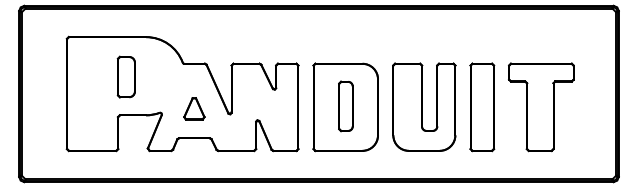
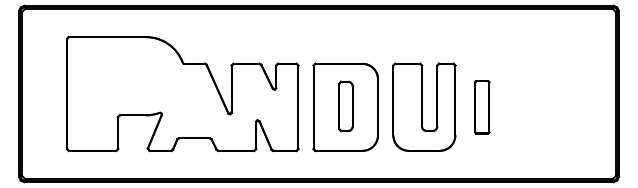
part at (125, 76): present -> none
part at (482, 107) size: 27x91 px -> 17x55 px
part at (541, 107): present -> none
part at (194, 108): present -> none
